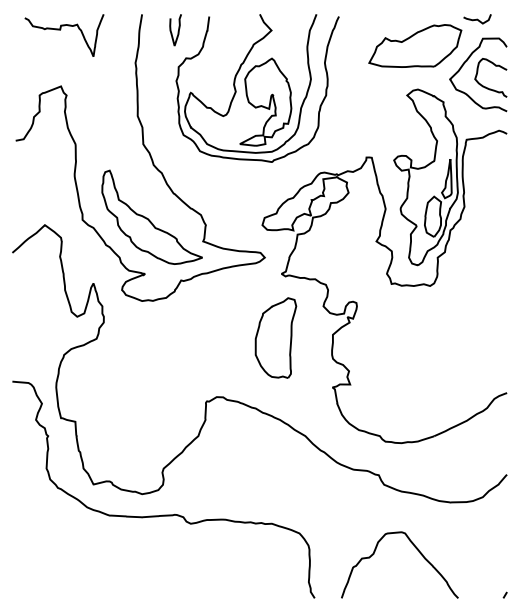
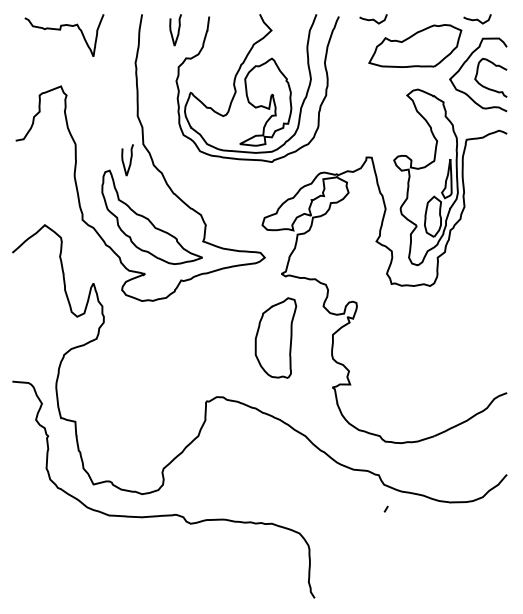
curve at (373, 19): none -> present
curve at (129, 161): none -> present
curve at (415, 548): present -> none
line at (504, 594) position: (504, 594) -> (385, 508)
